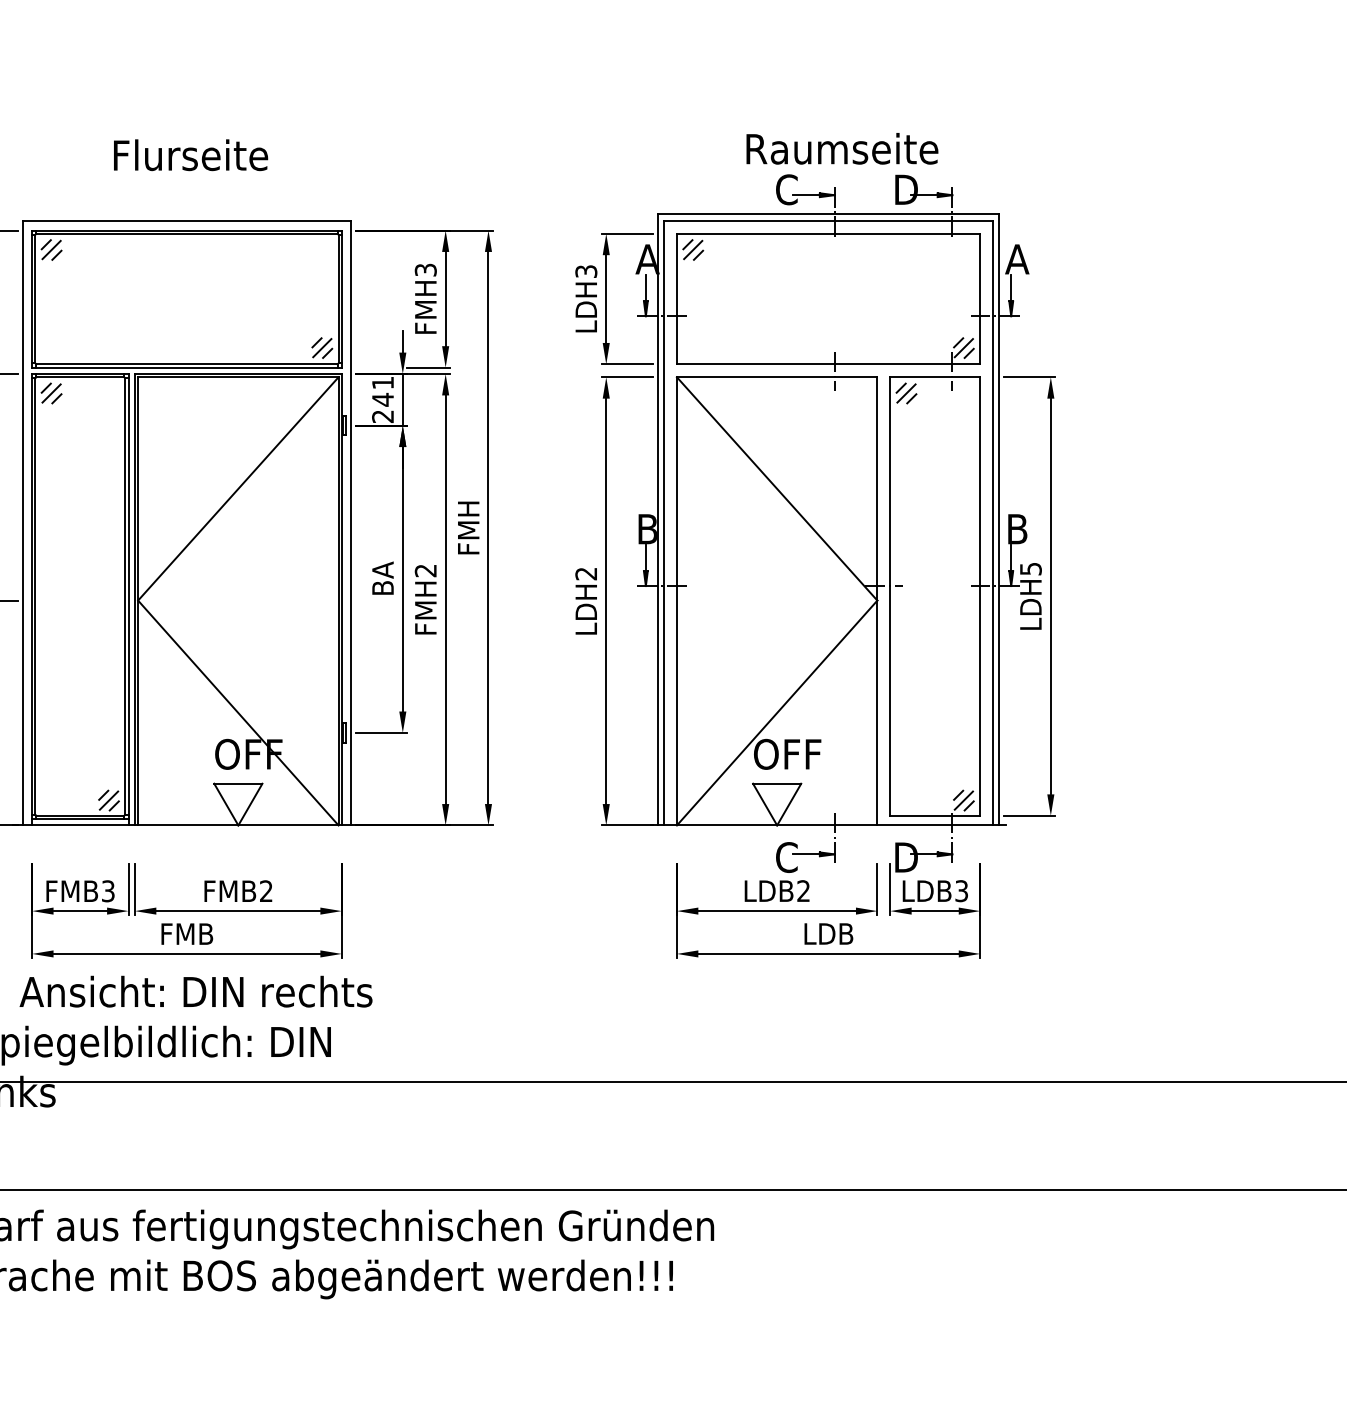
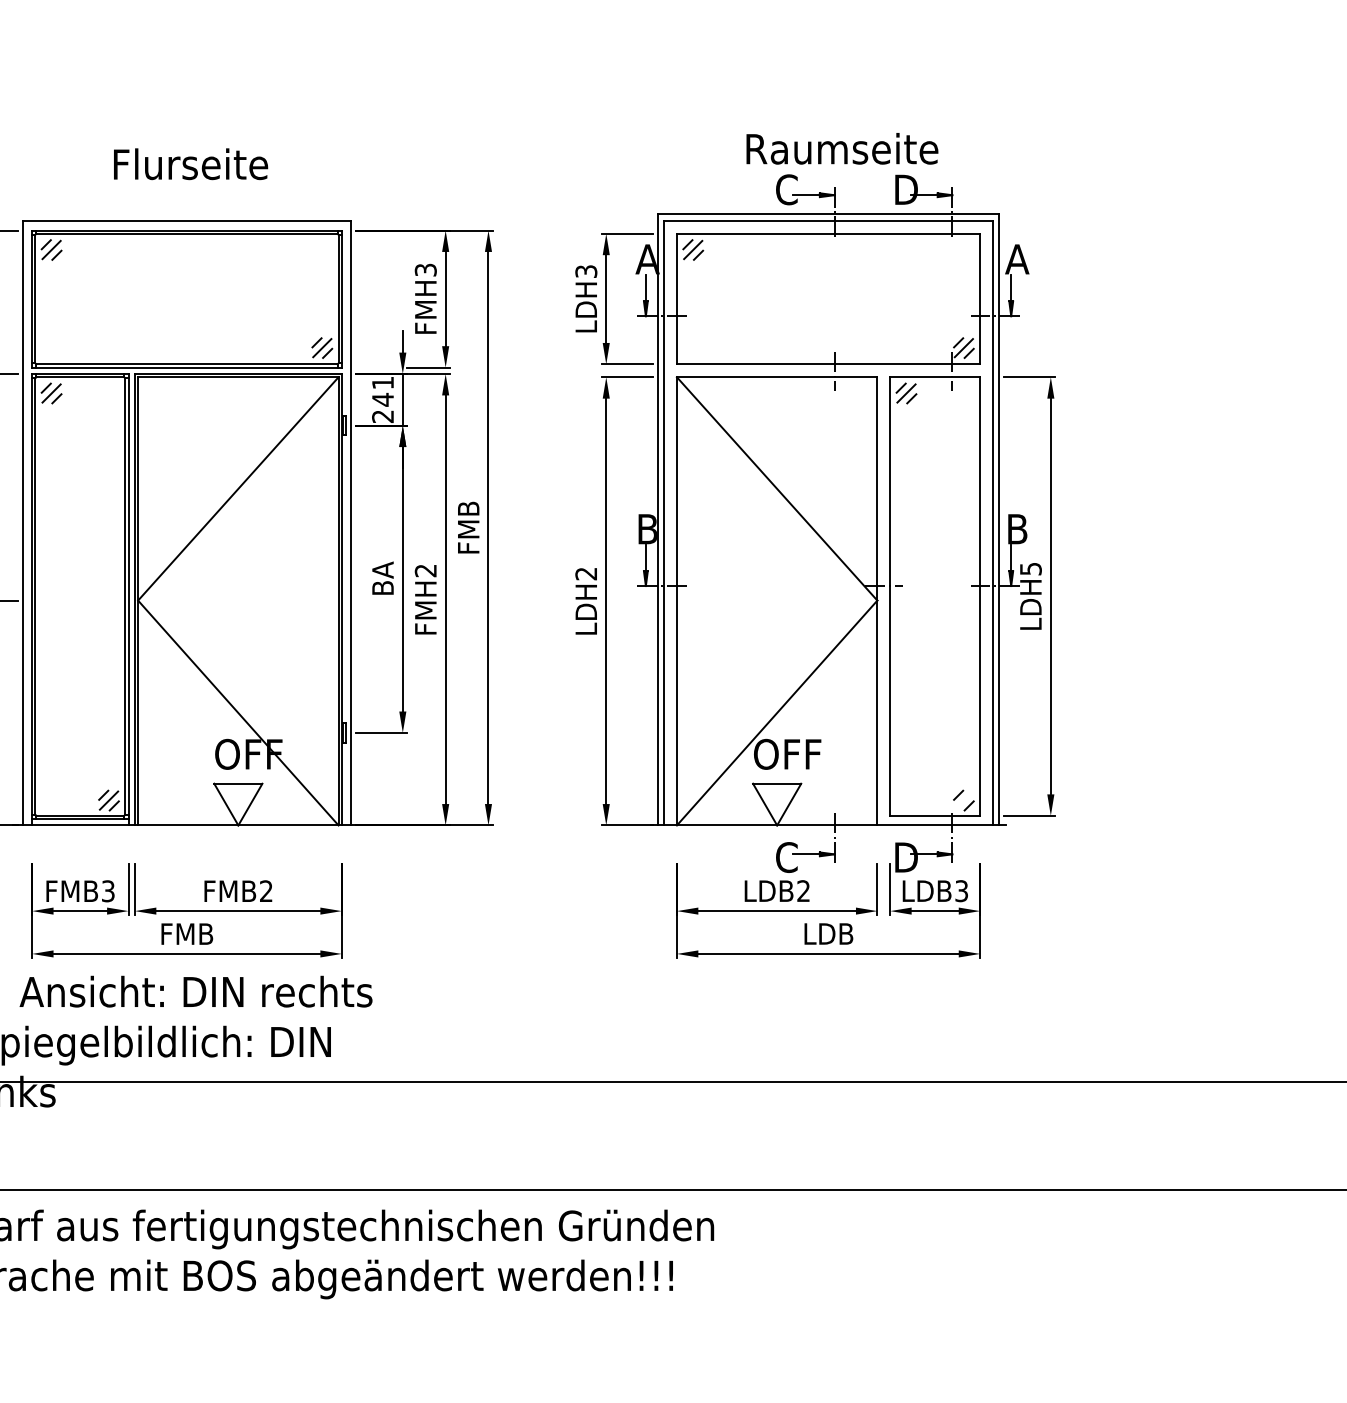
text at (191, 155) position: (191, 155) -> (191, 164)
text at (468, 527): FMH -> FMB
line at (963, 800): present -> none
